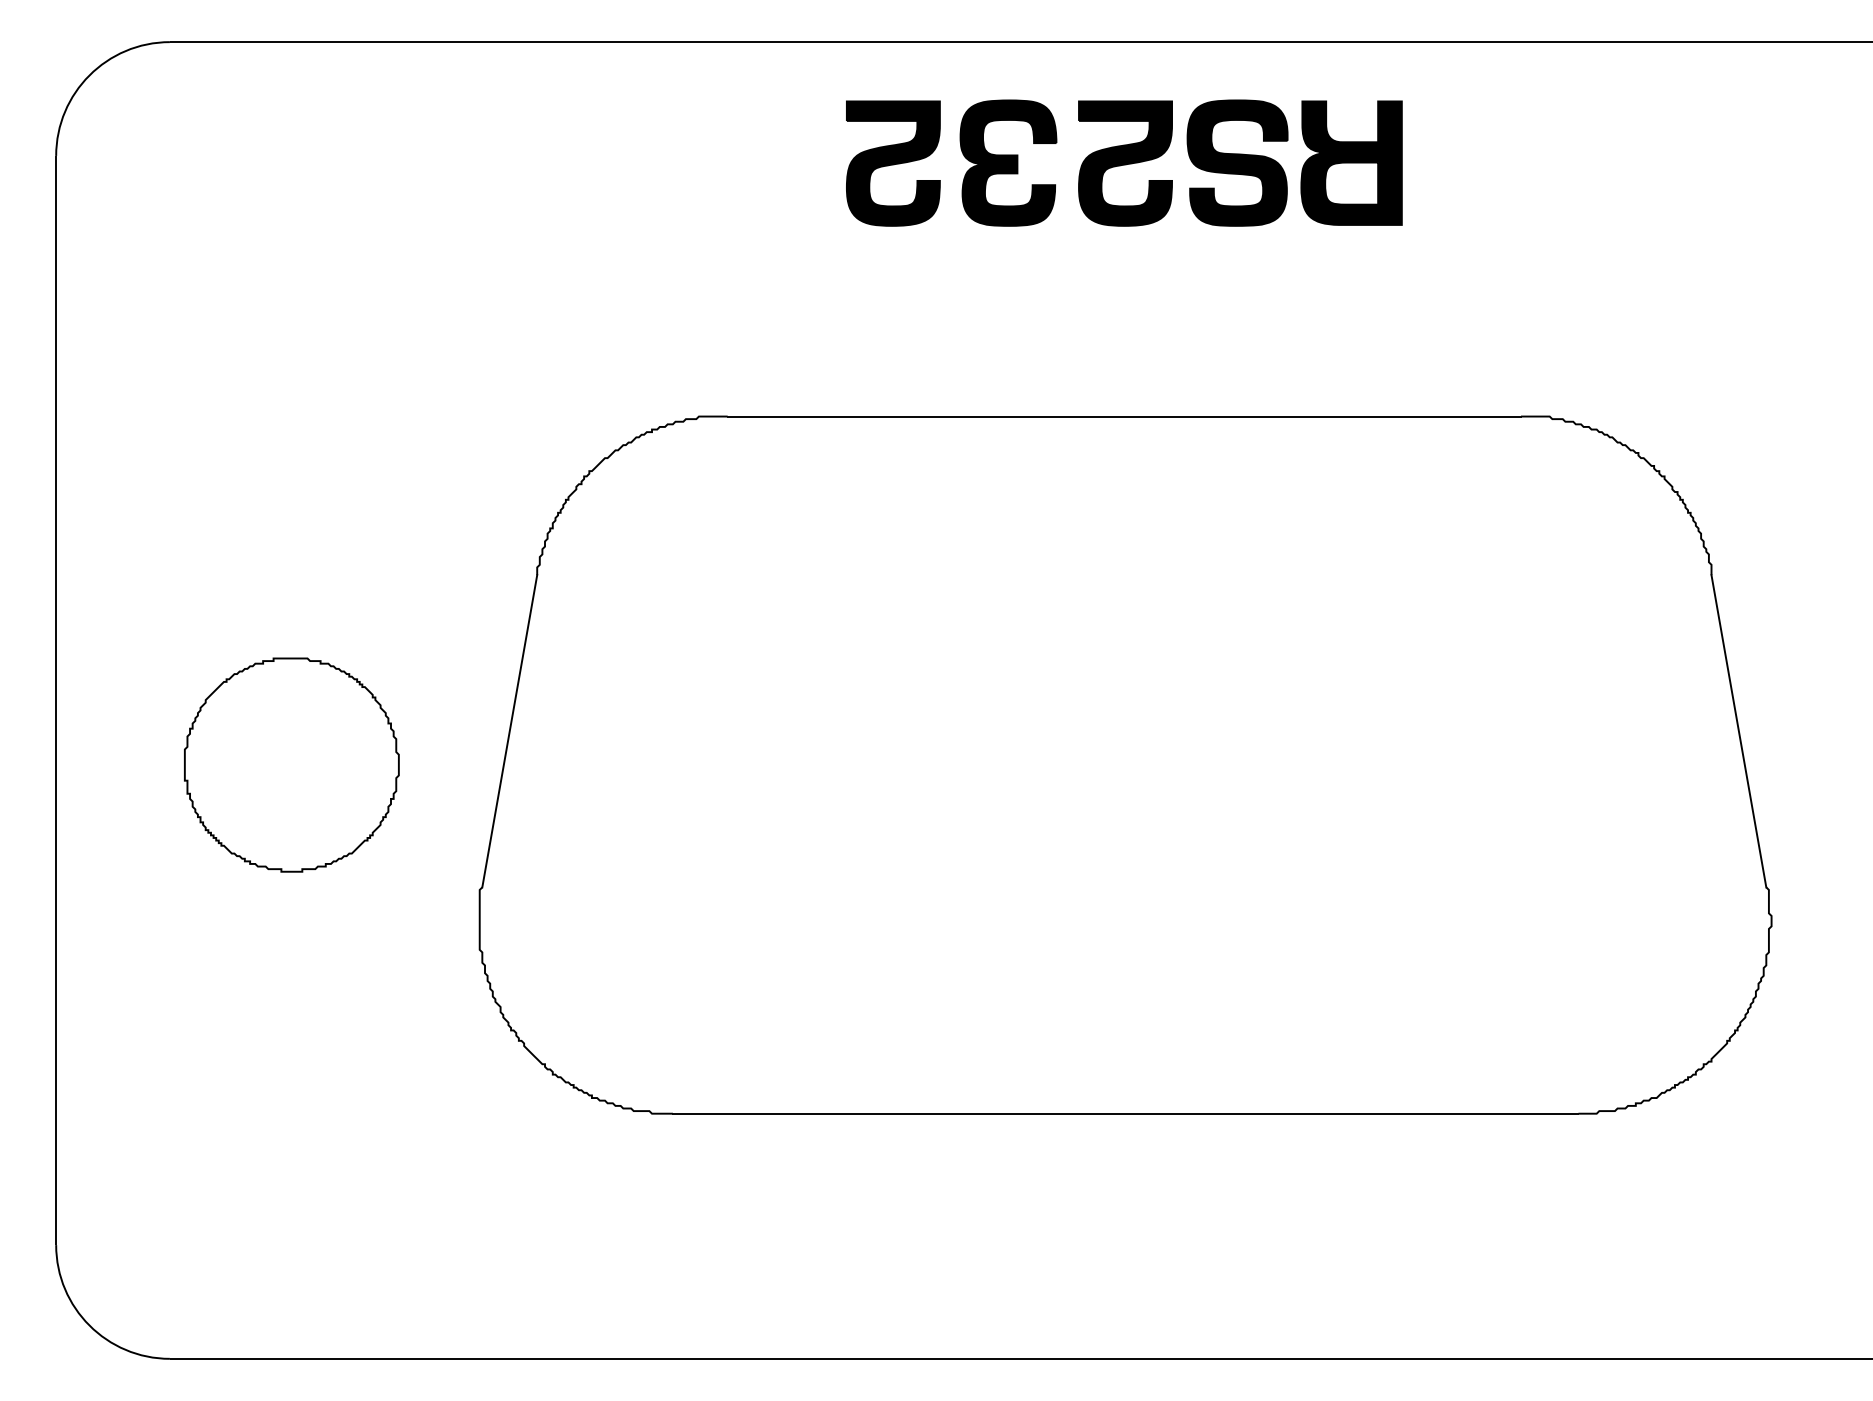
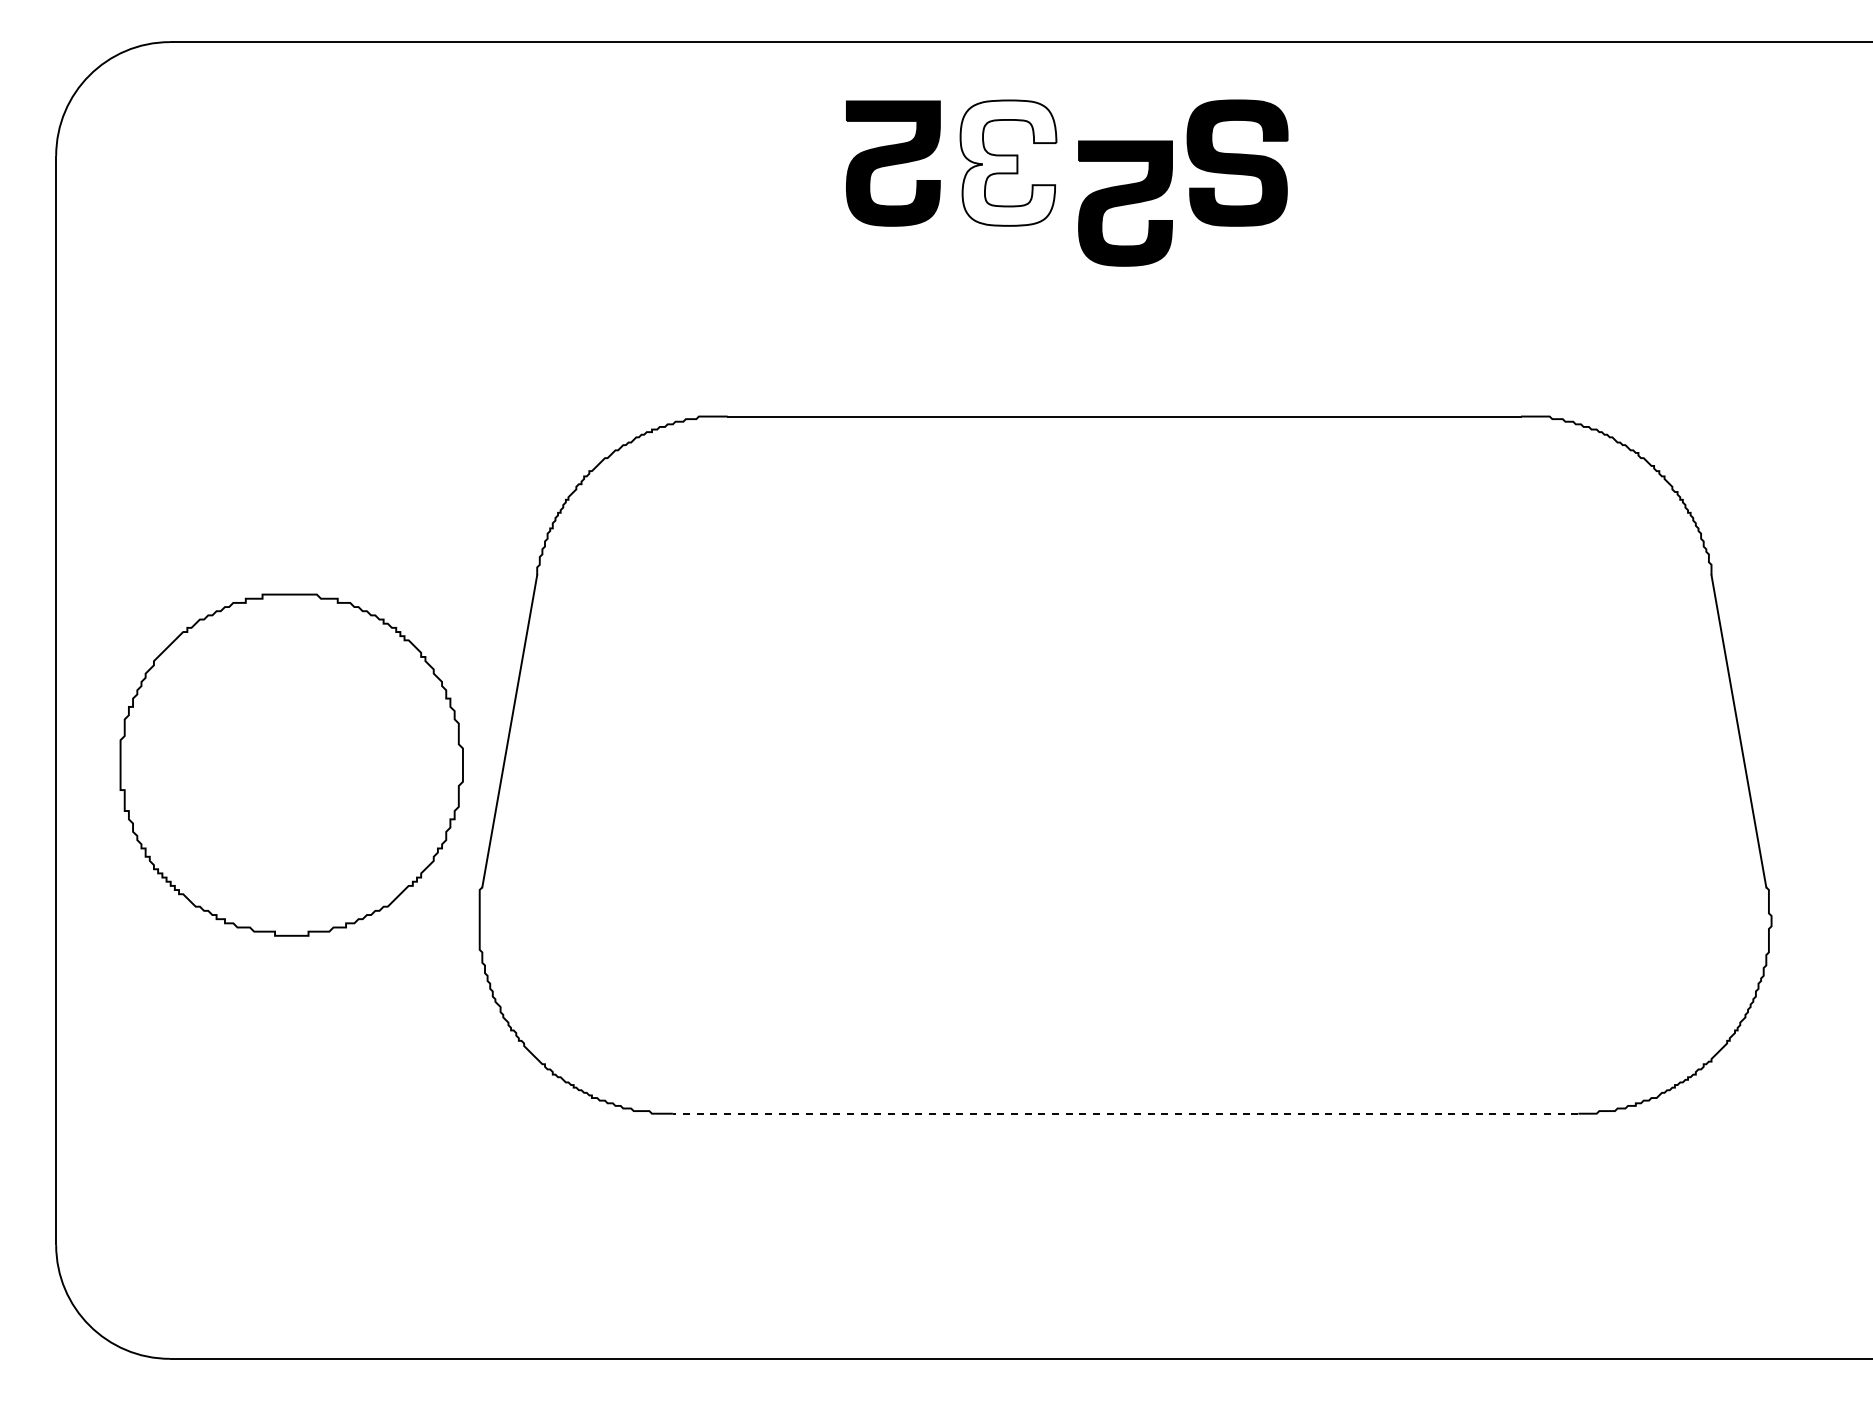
fill at (1008, 162): present -> none
part at (1351, 162): present -> none
part at (1125, 163) position: (1125, 163) -> (1125, 203)
part at (291, 764) size: 216x216 px -> 345x344 px
line at (1125, 1113): solid -> dashed
